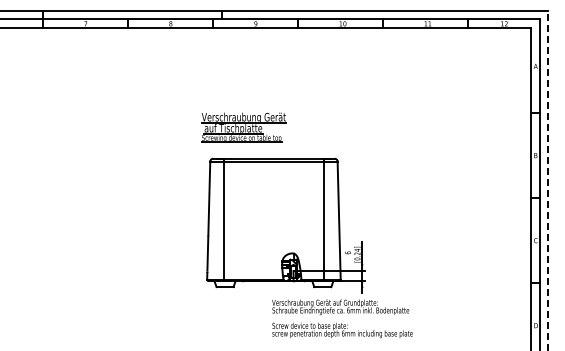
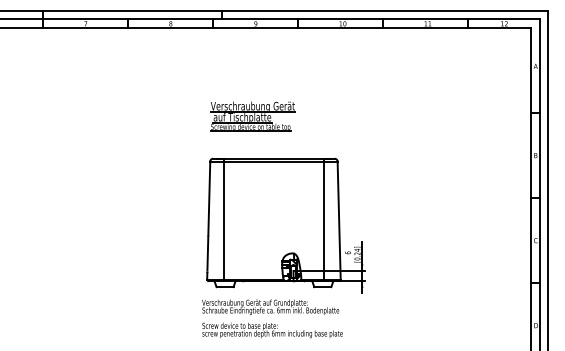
part at (243, 127) position: (243, 127) -> (252, 116)
line at (548, 180): dashed -> solid
text at (342, 318) position: (342, 318) -> (272, 318)
